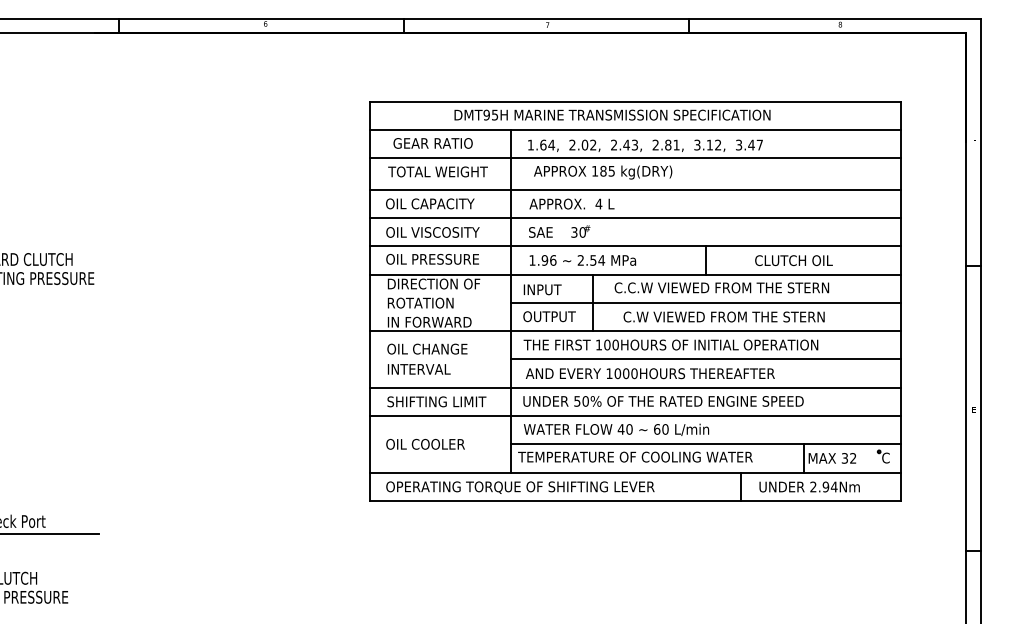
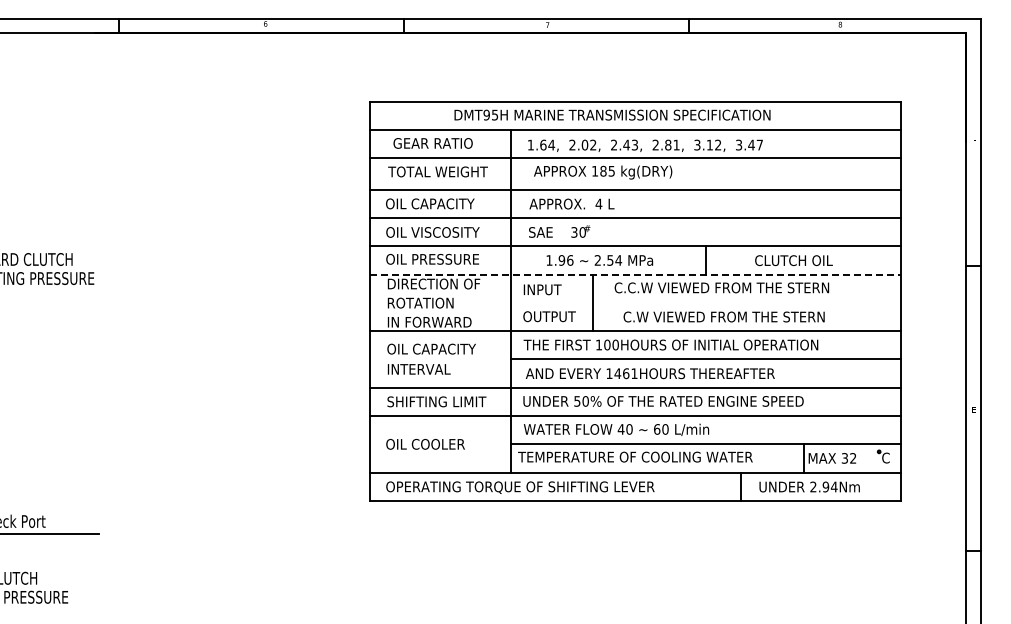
text at (582, 260) position: (582, 260) -> (599, 260)
line at (635, 274): solid -> dashed
line at (705, 302): present -> none
text at (448, 348): OIL CHANGE -> OIL CAPACITY
text at (625, 373): 1000HOURS -> 1461HOURS
